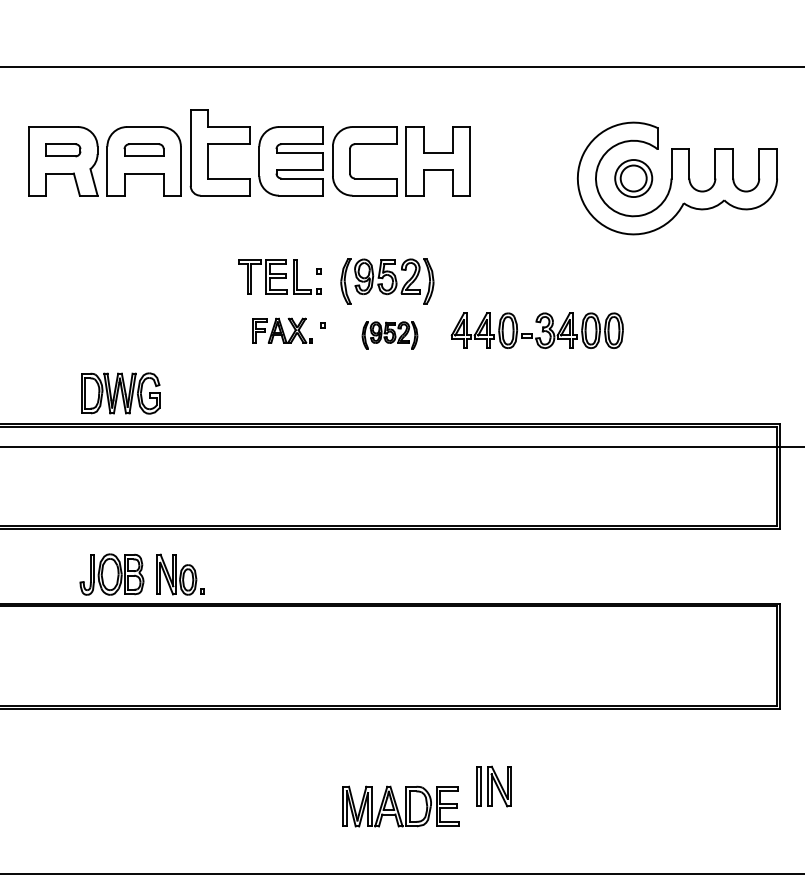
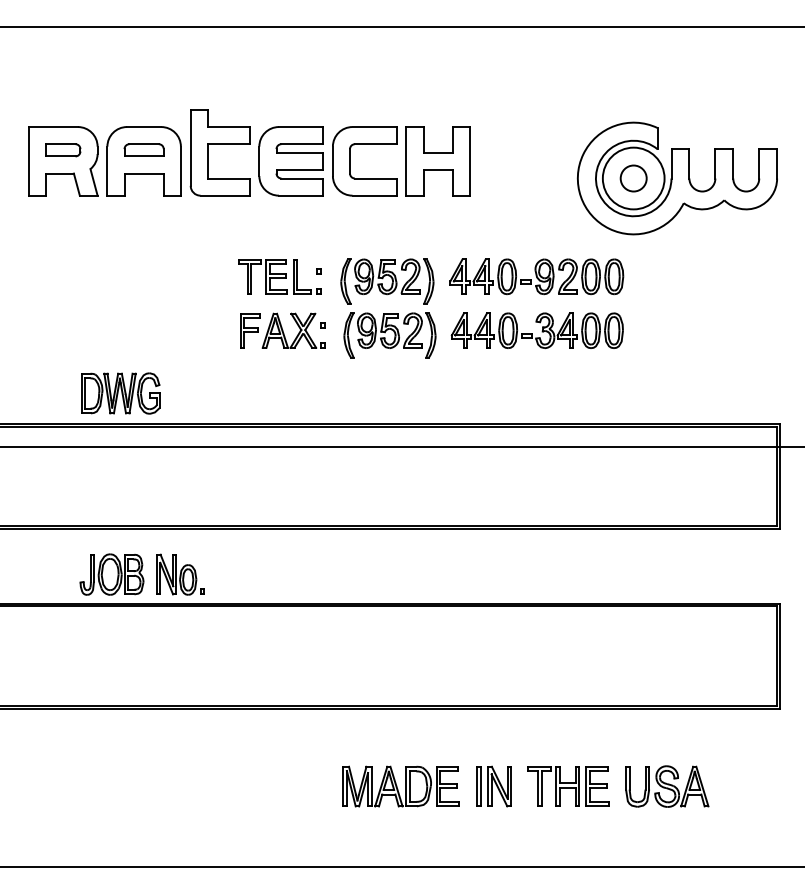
line at (401, 66) position: (401, 66) -> (401, 26)
circle at (633, 178) diameter: 37 px -> 62 px
part at (536, 276): none -> present
part at (282, 330) size: 61x27 px -> 86x37 px
part at (389, 335) size: 58x29 px -> 94x47 px
part at (568, 786): none -> present
part at (667, 786): none -> present
part at (400, 806) position: (400, 806) -> (400, 786)
line at (401, 874) position: (401, 874) -> (401, 867)
